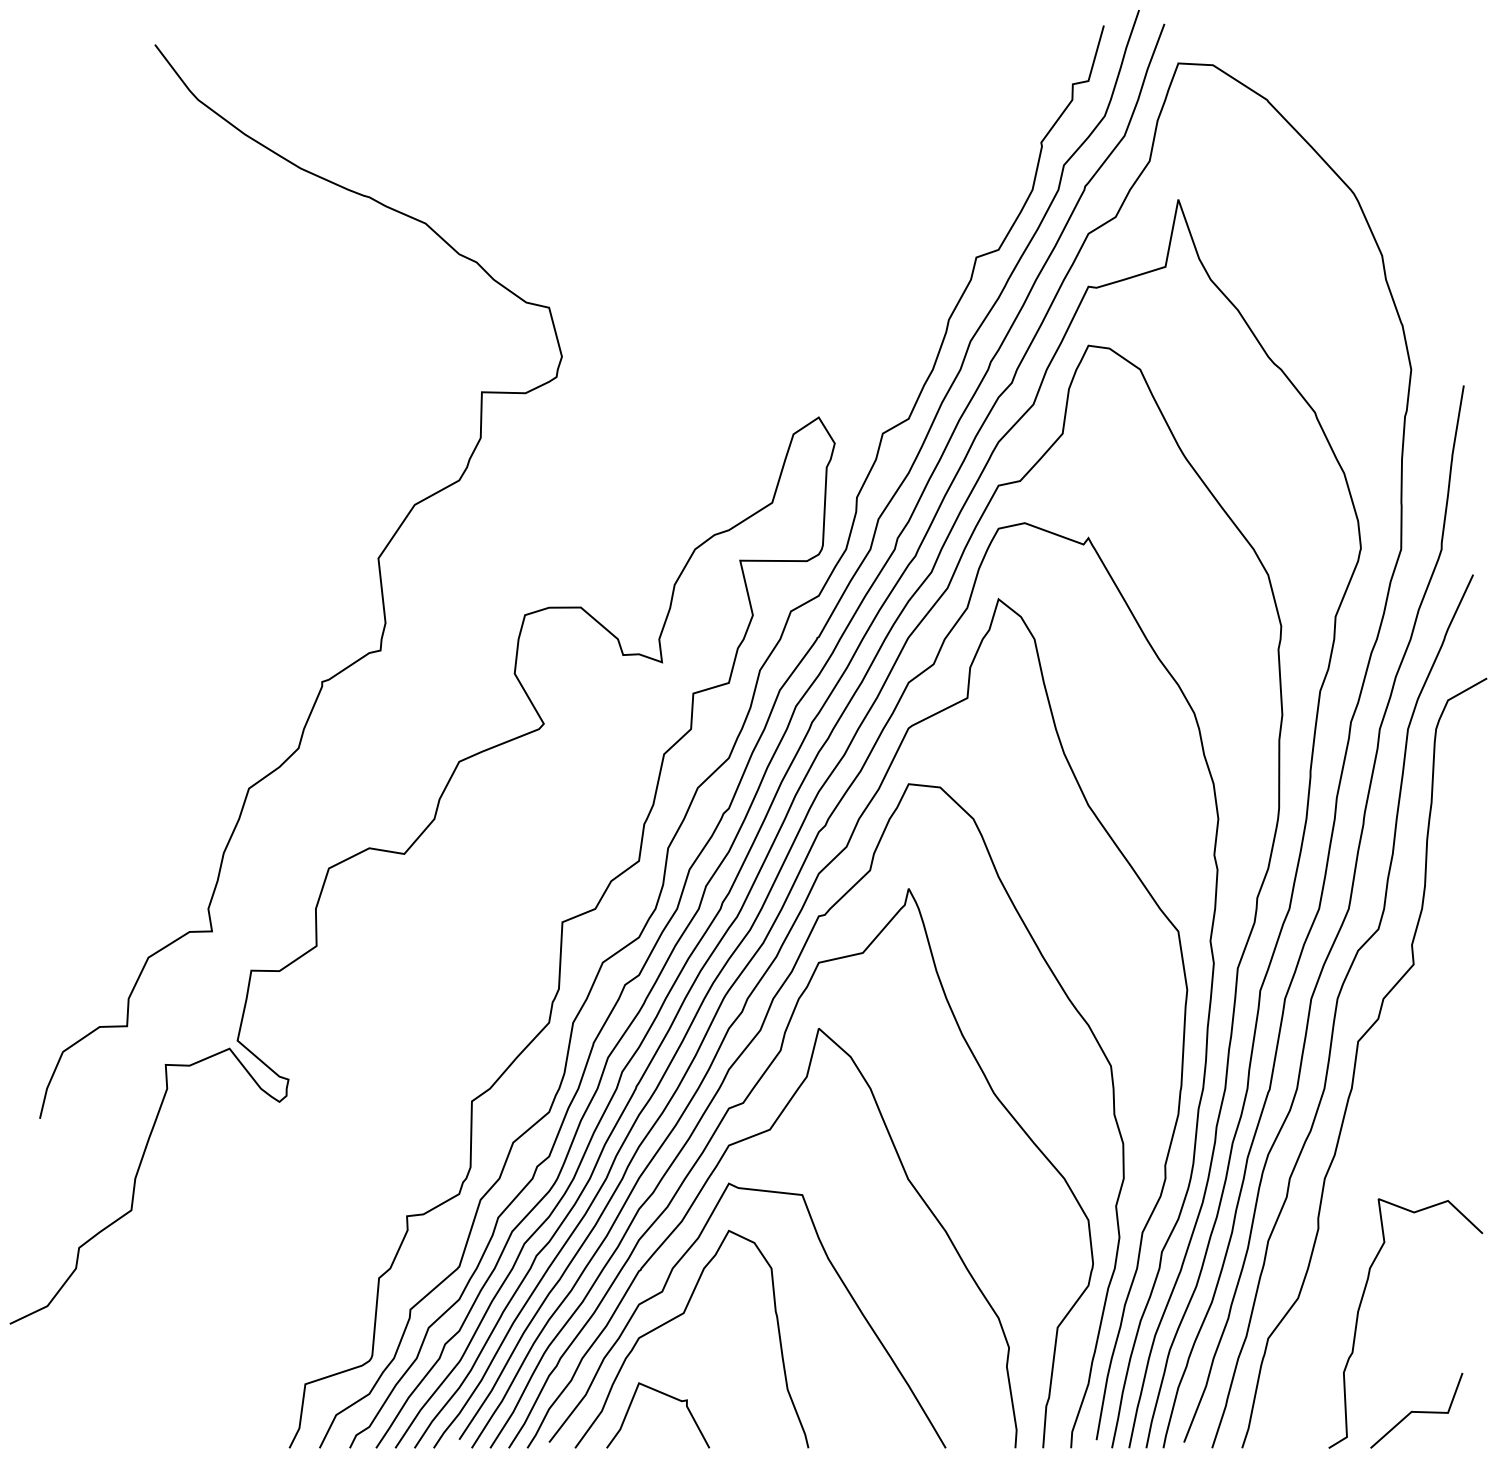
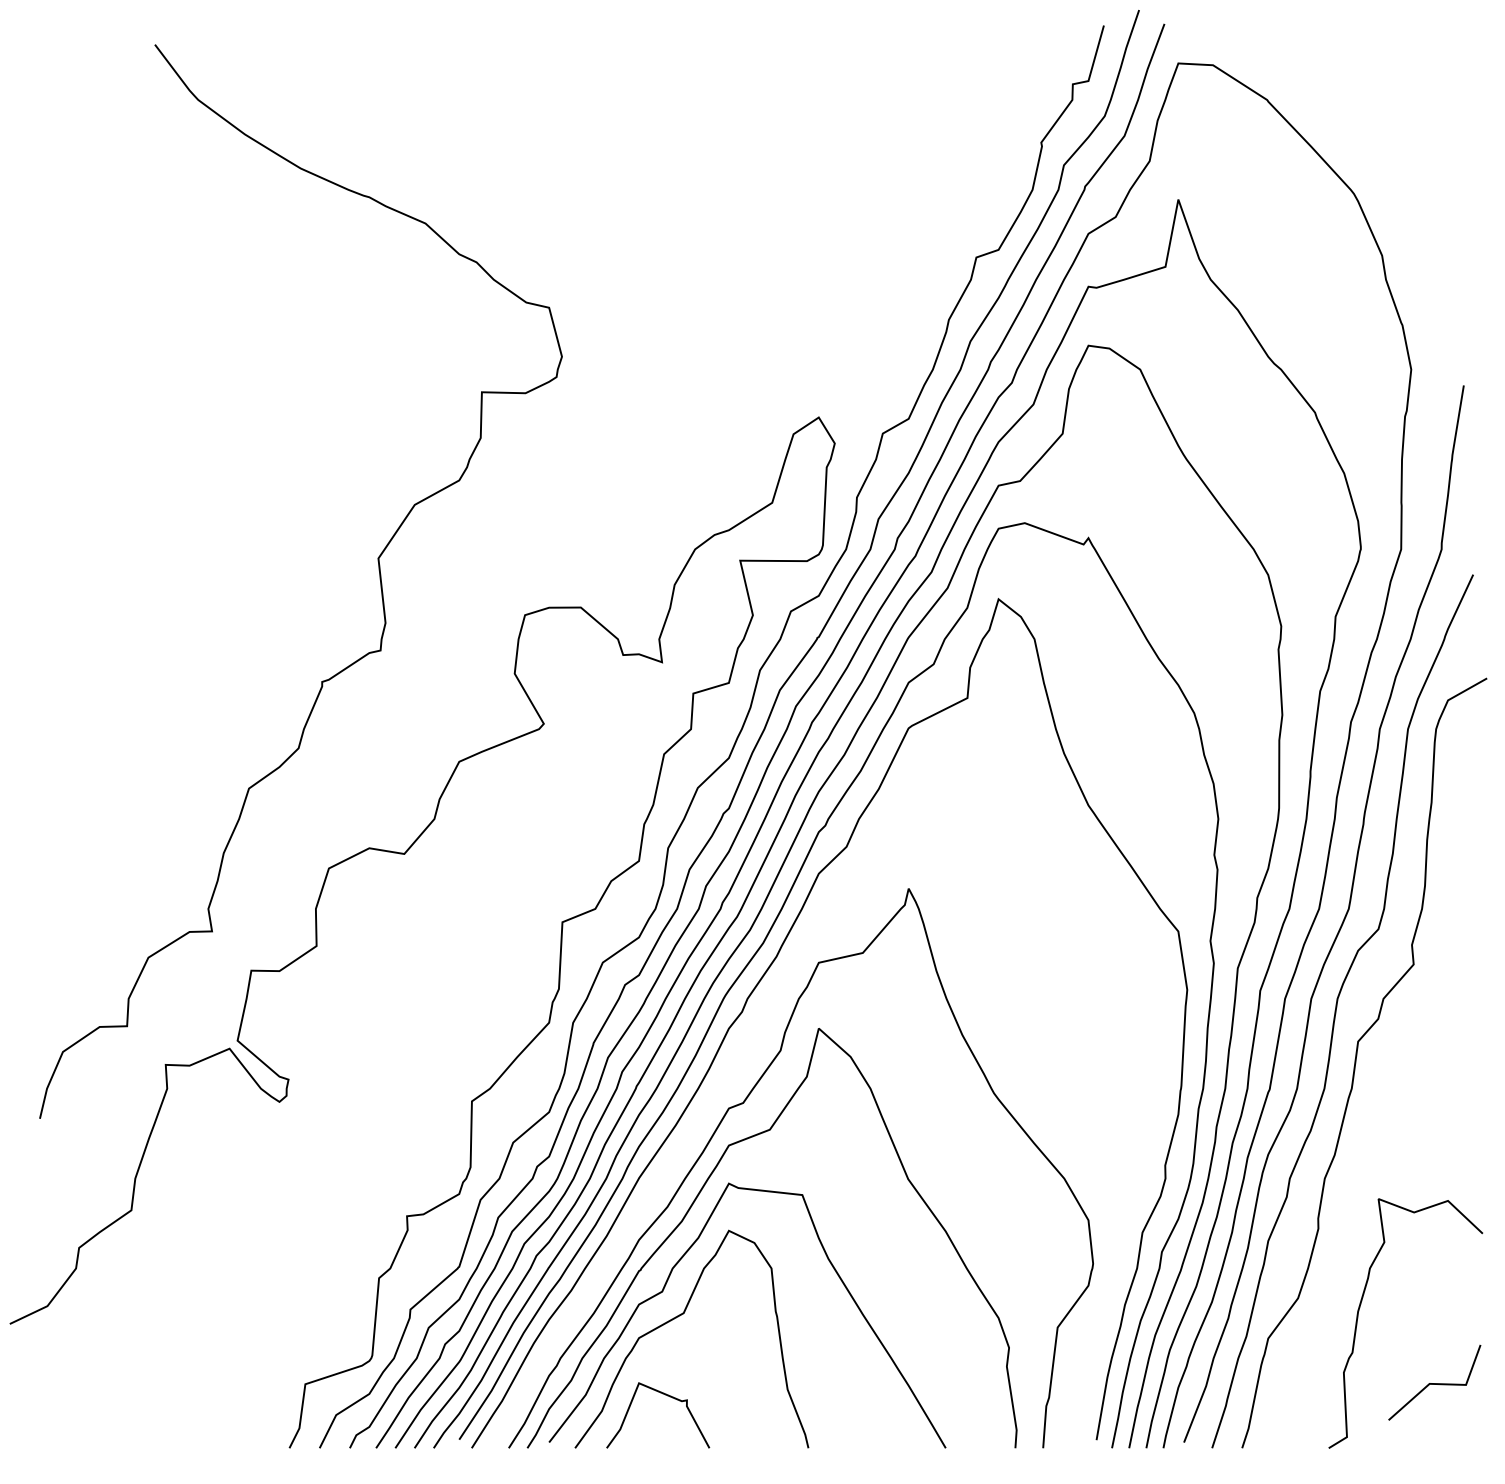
curve at (739, 1058): present -> none
line at (1416, 1411) position: (1416, 1411) -> (1434, 1383)
